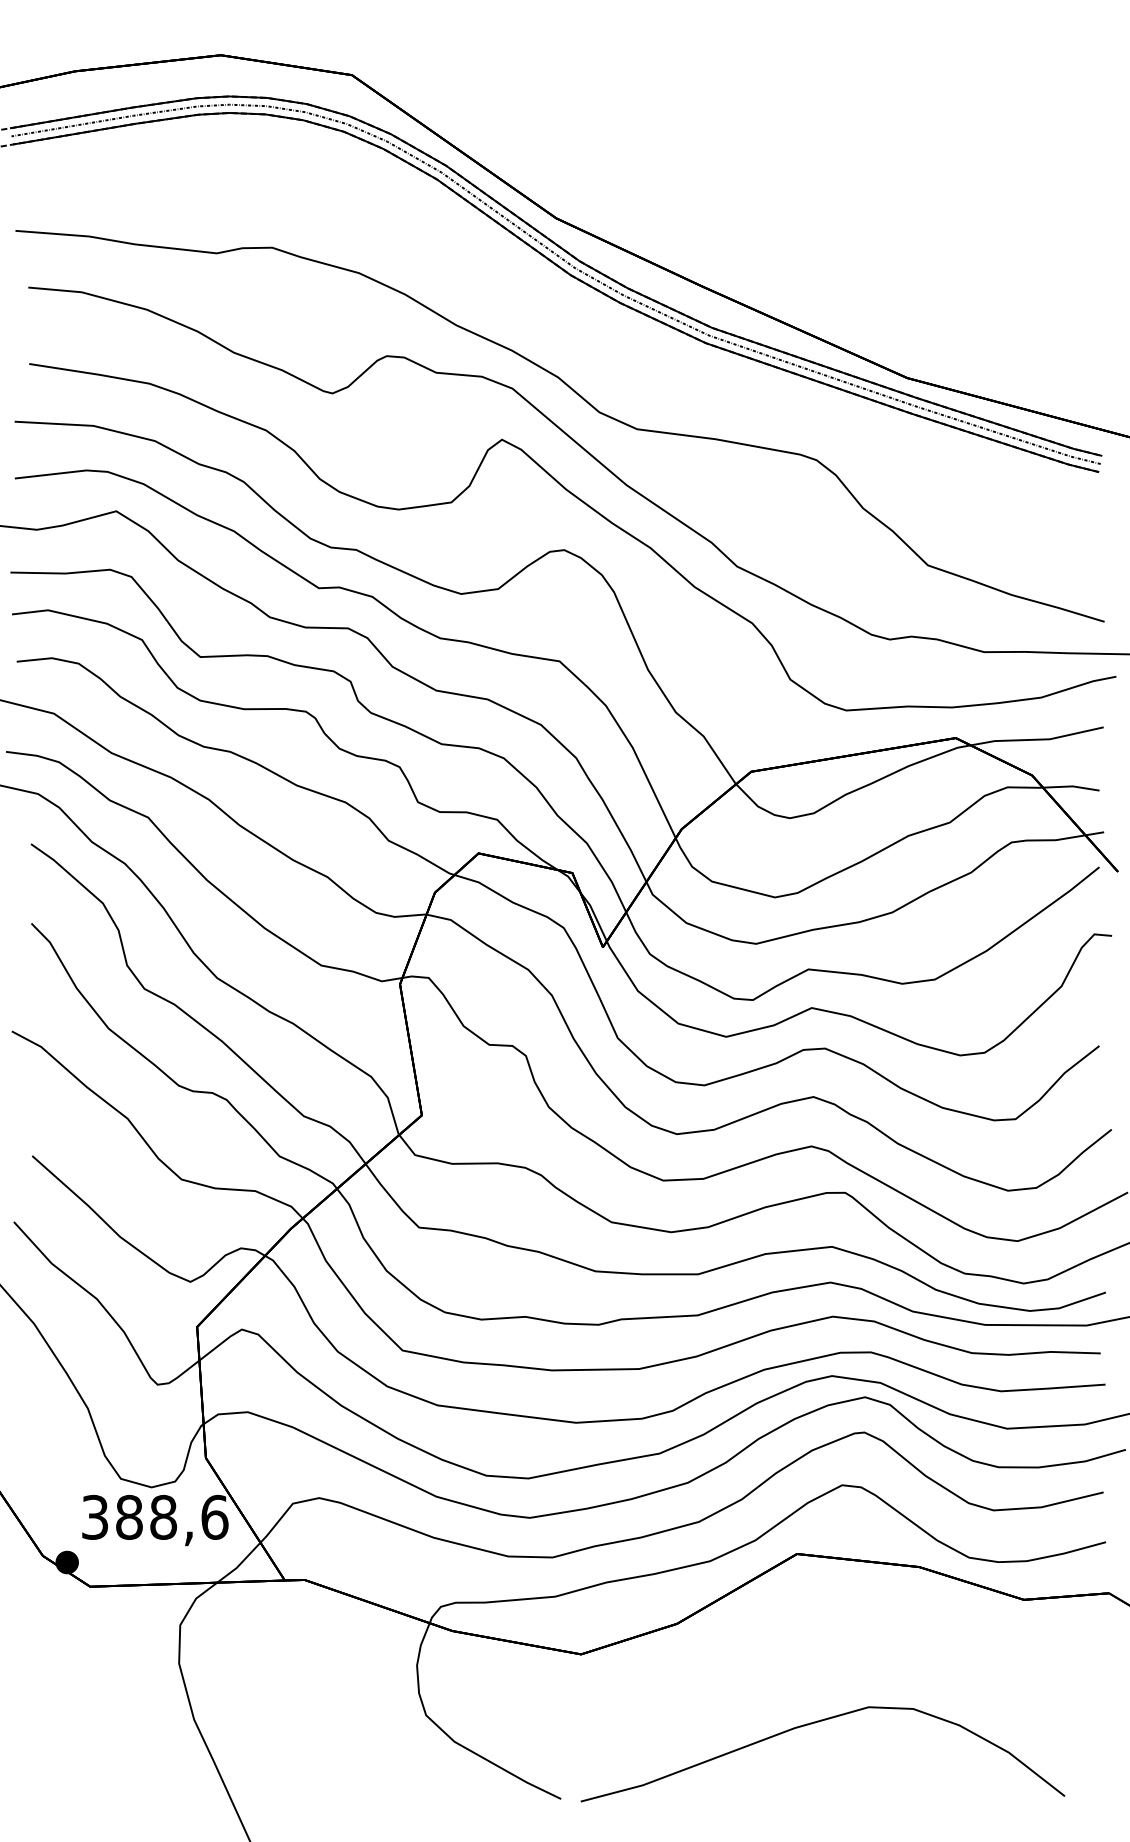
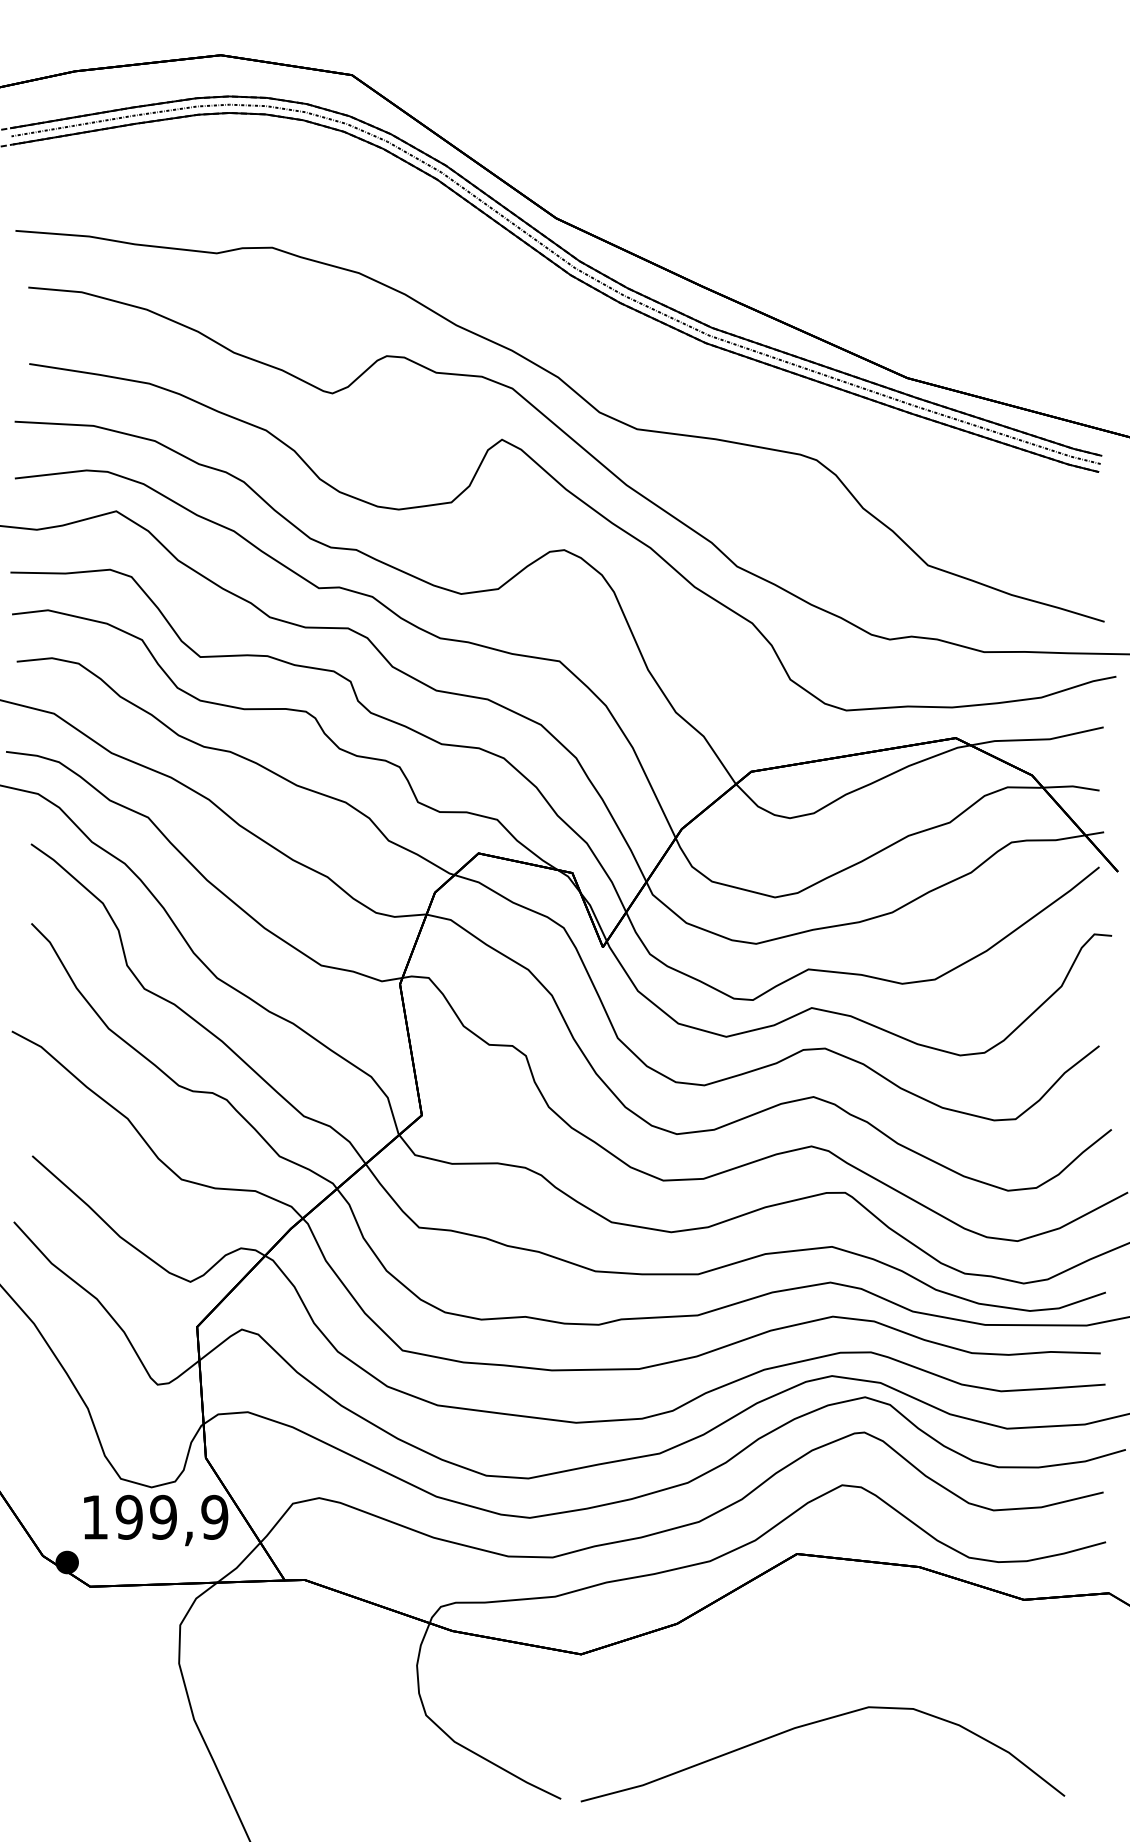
text at (155, 1516): 388,6 -> 199,9
